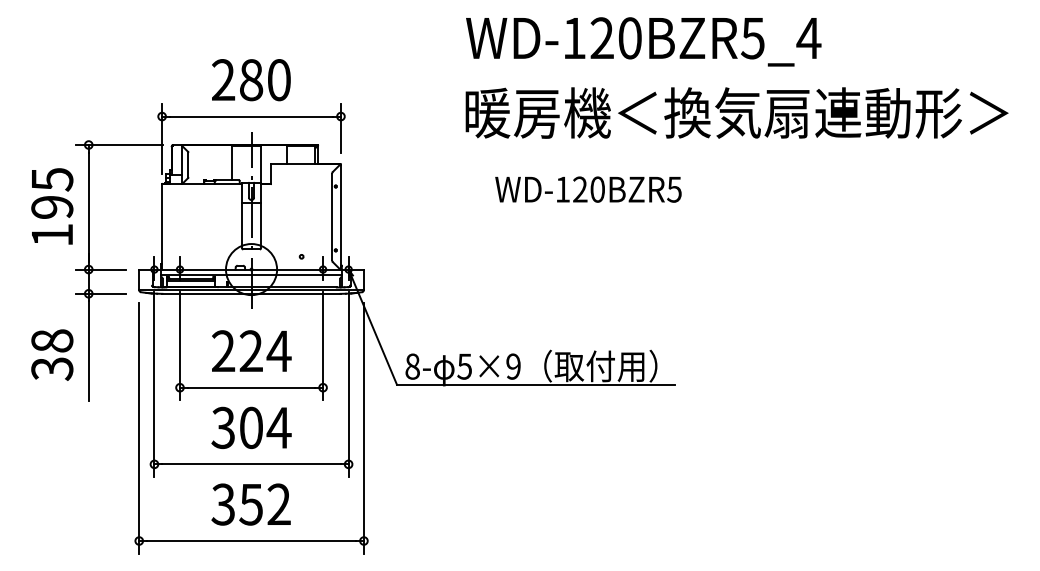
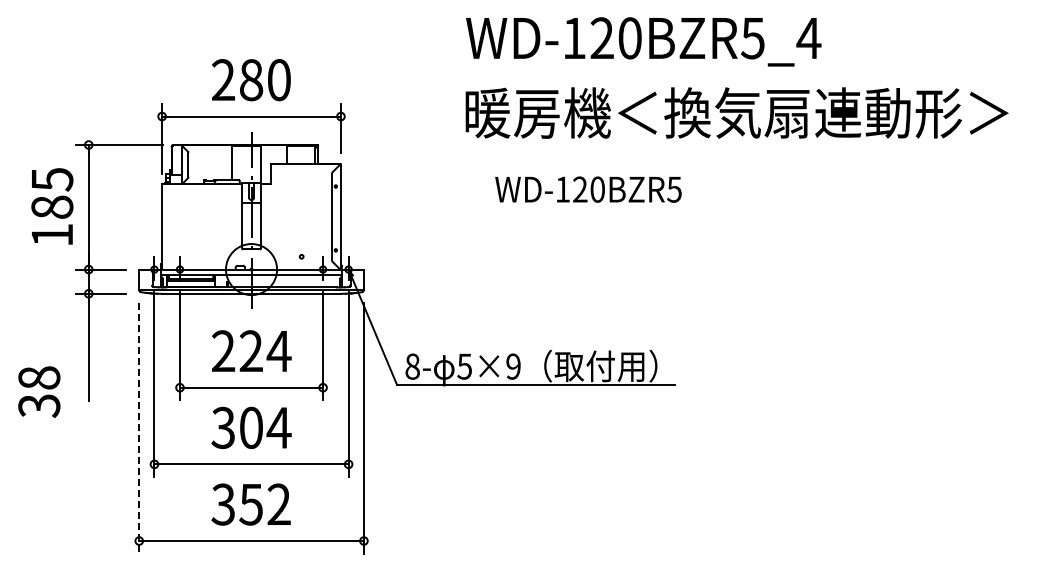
text at (52, 206): 195 -> 185
text at (52, 354) position: (52, 354) -> (39, 391)
line at (139, 429): solid -> dashed
